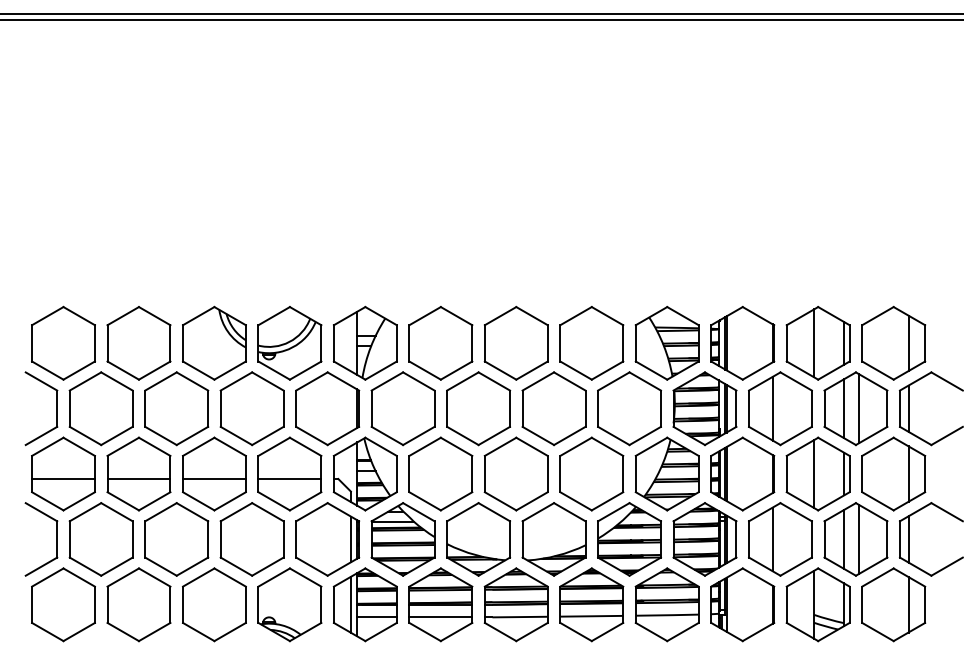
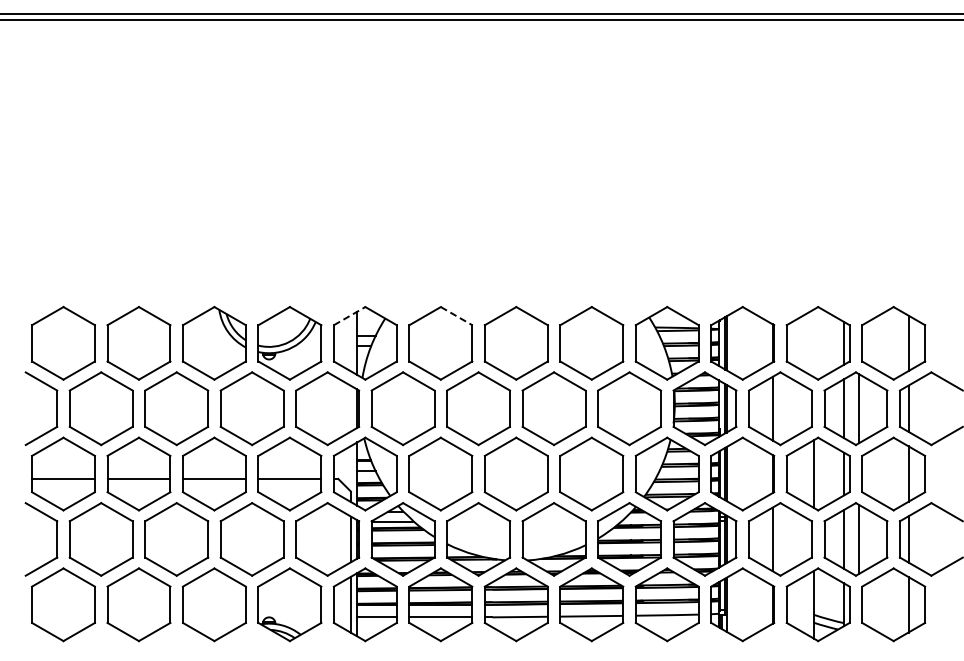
line at (350, 315): solid -> dashed
line at (457, 316): solid -> dashed
line at (814, 343): present -> none
